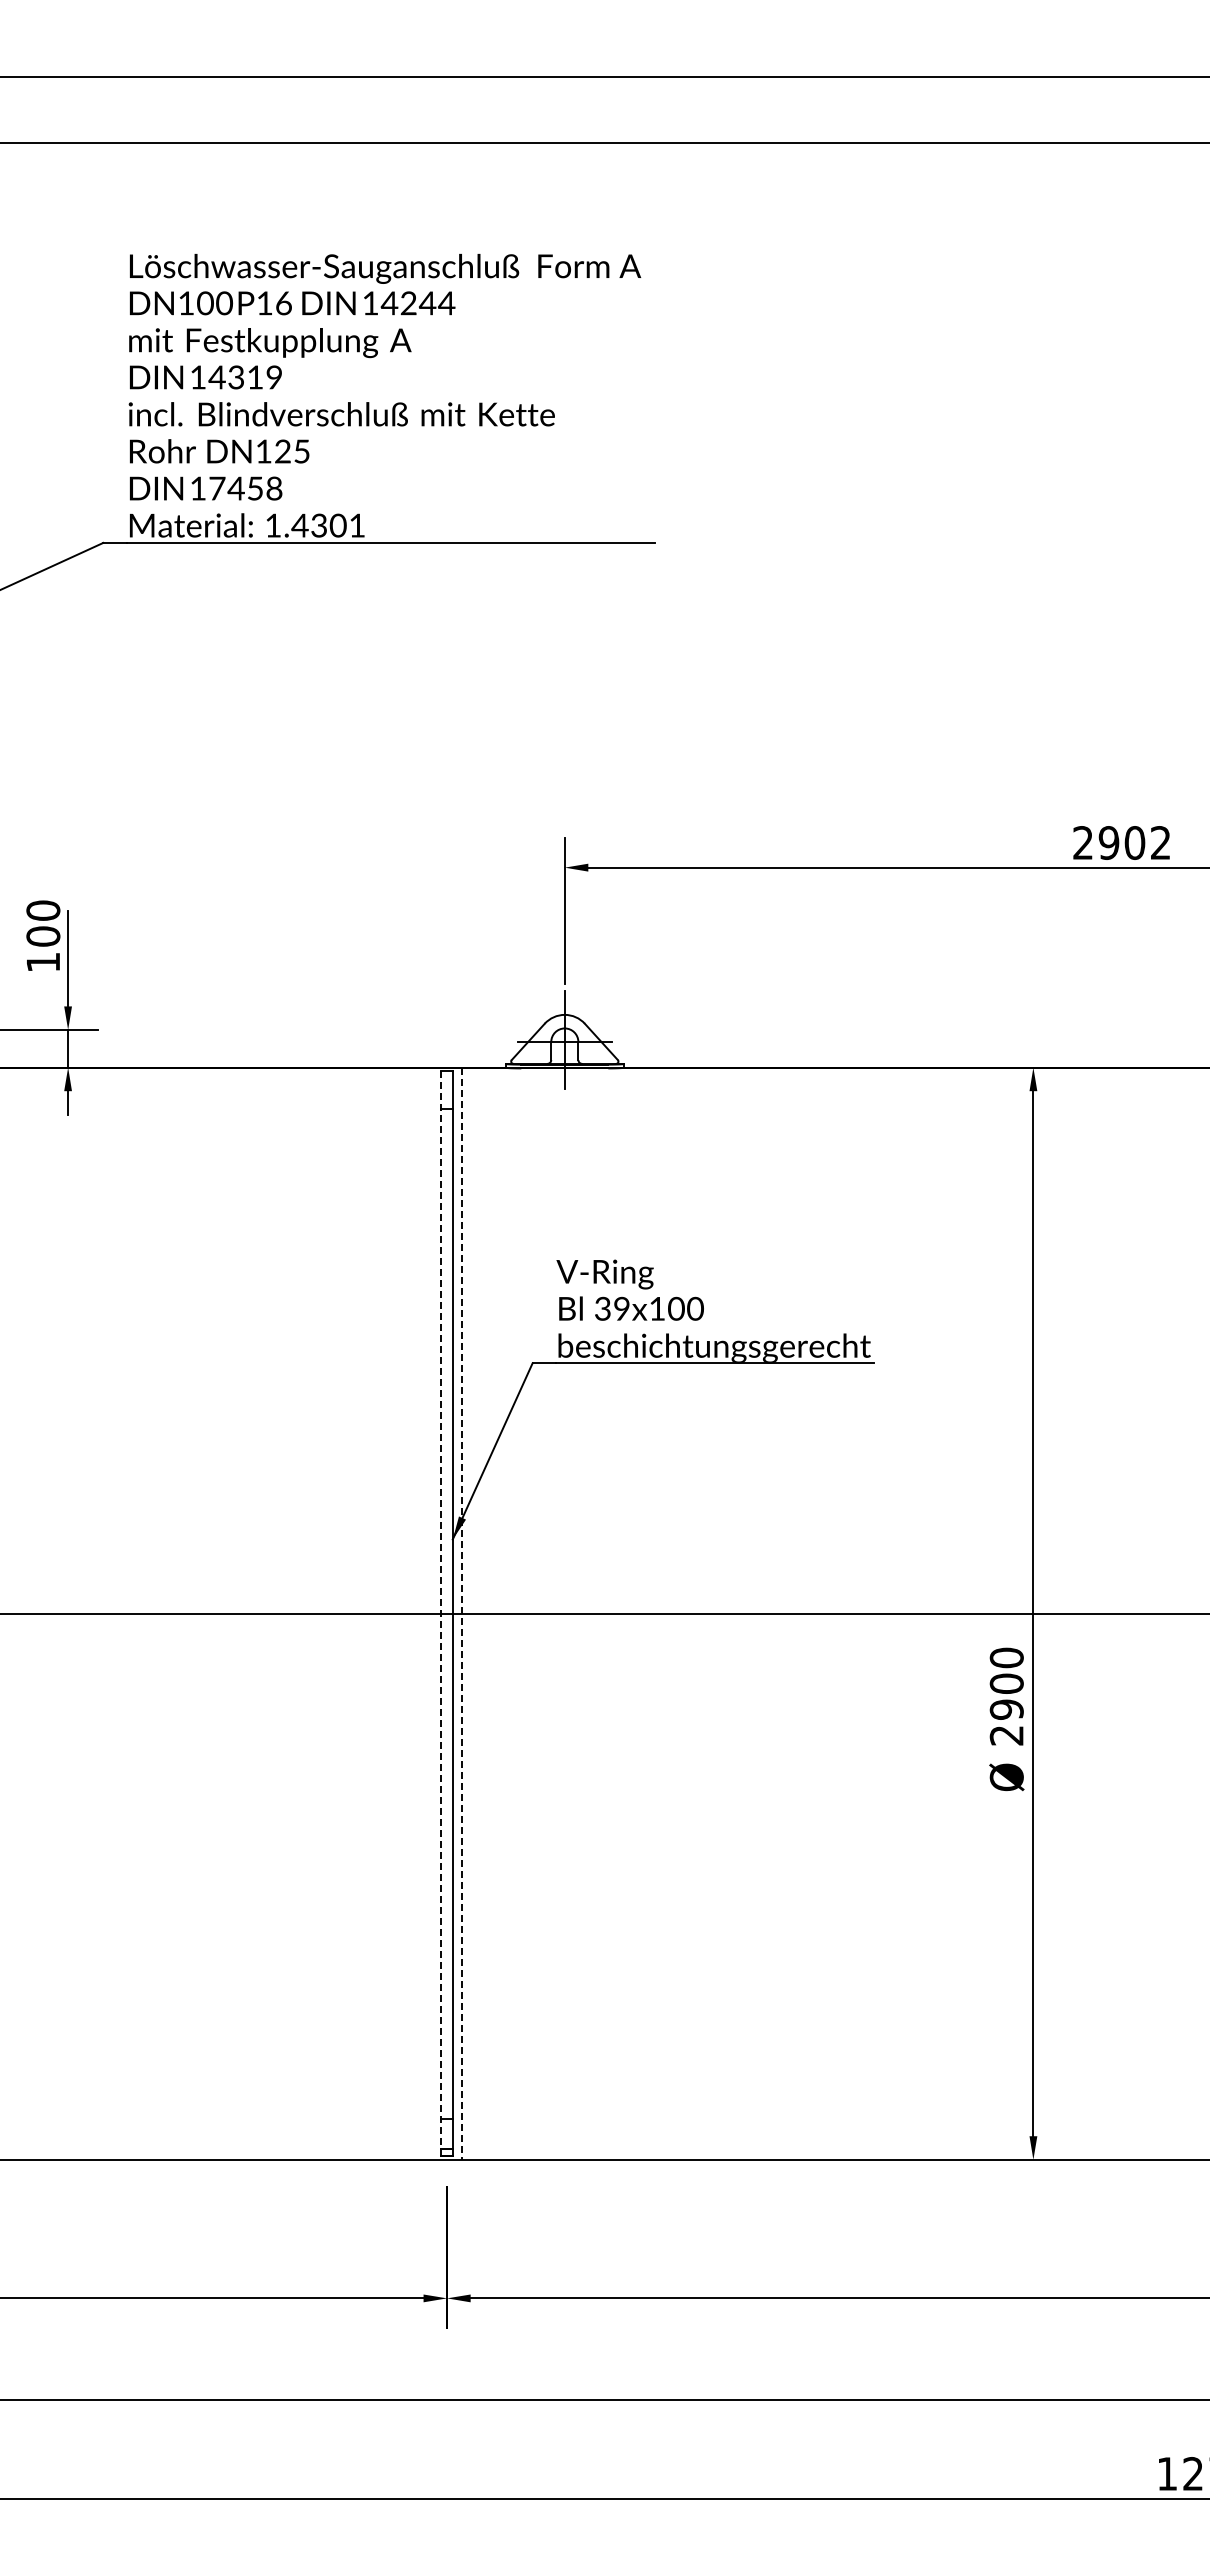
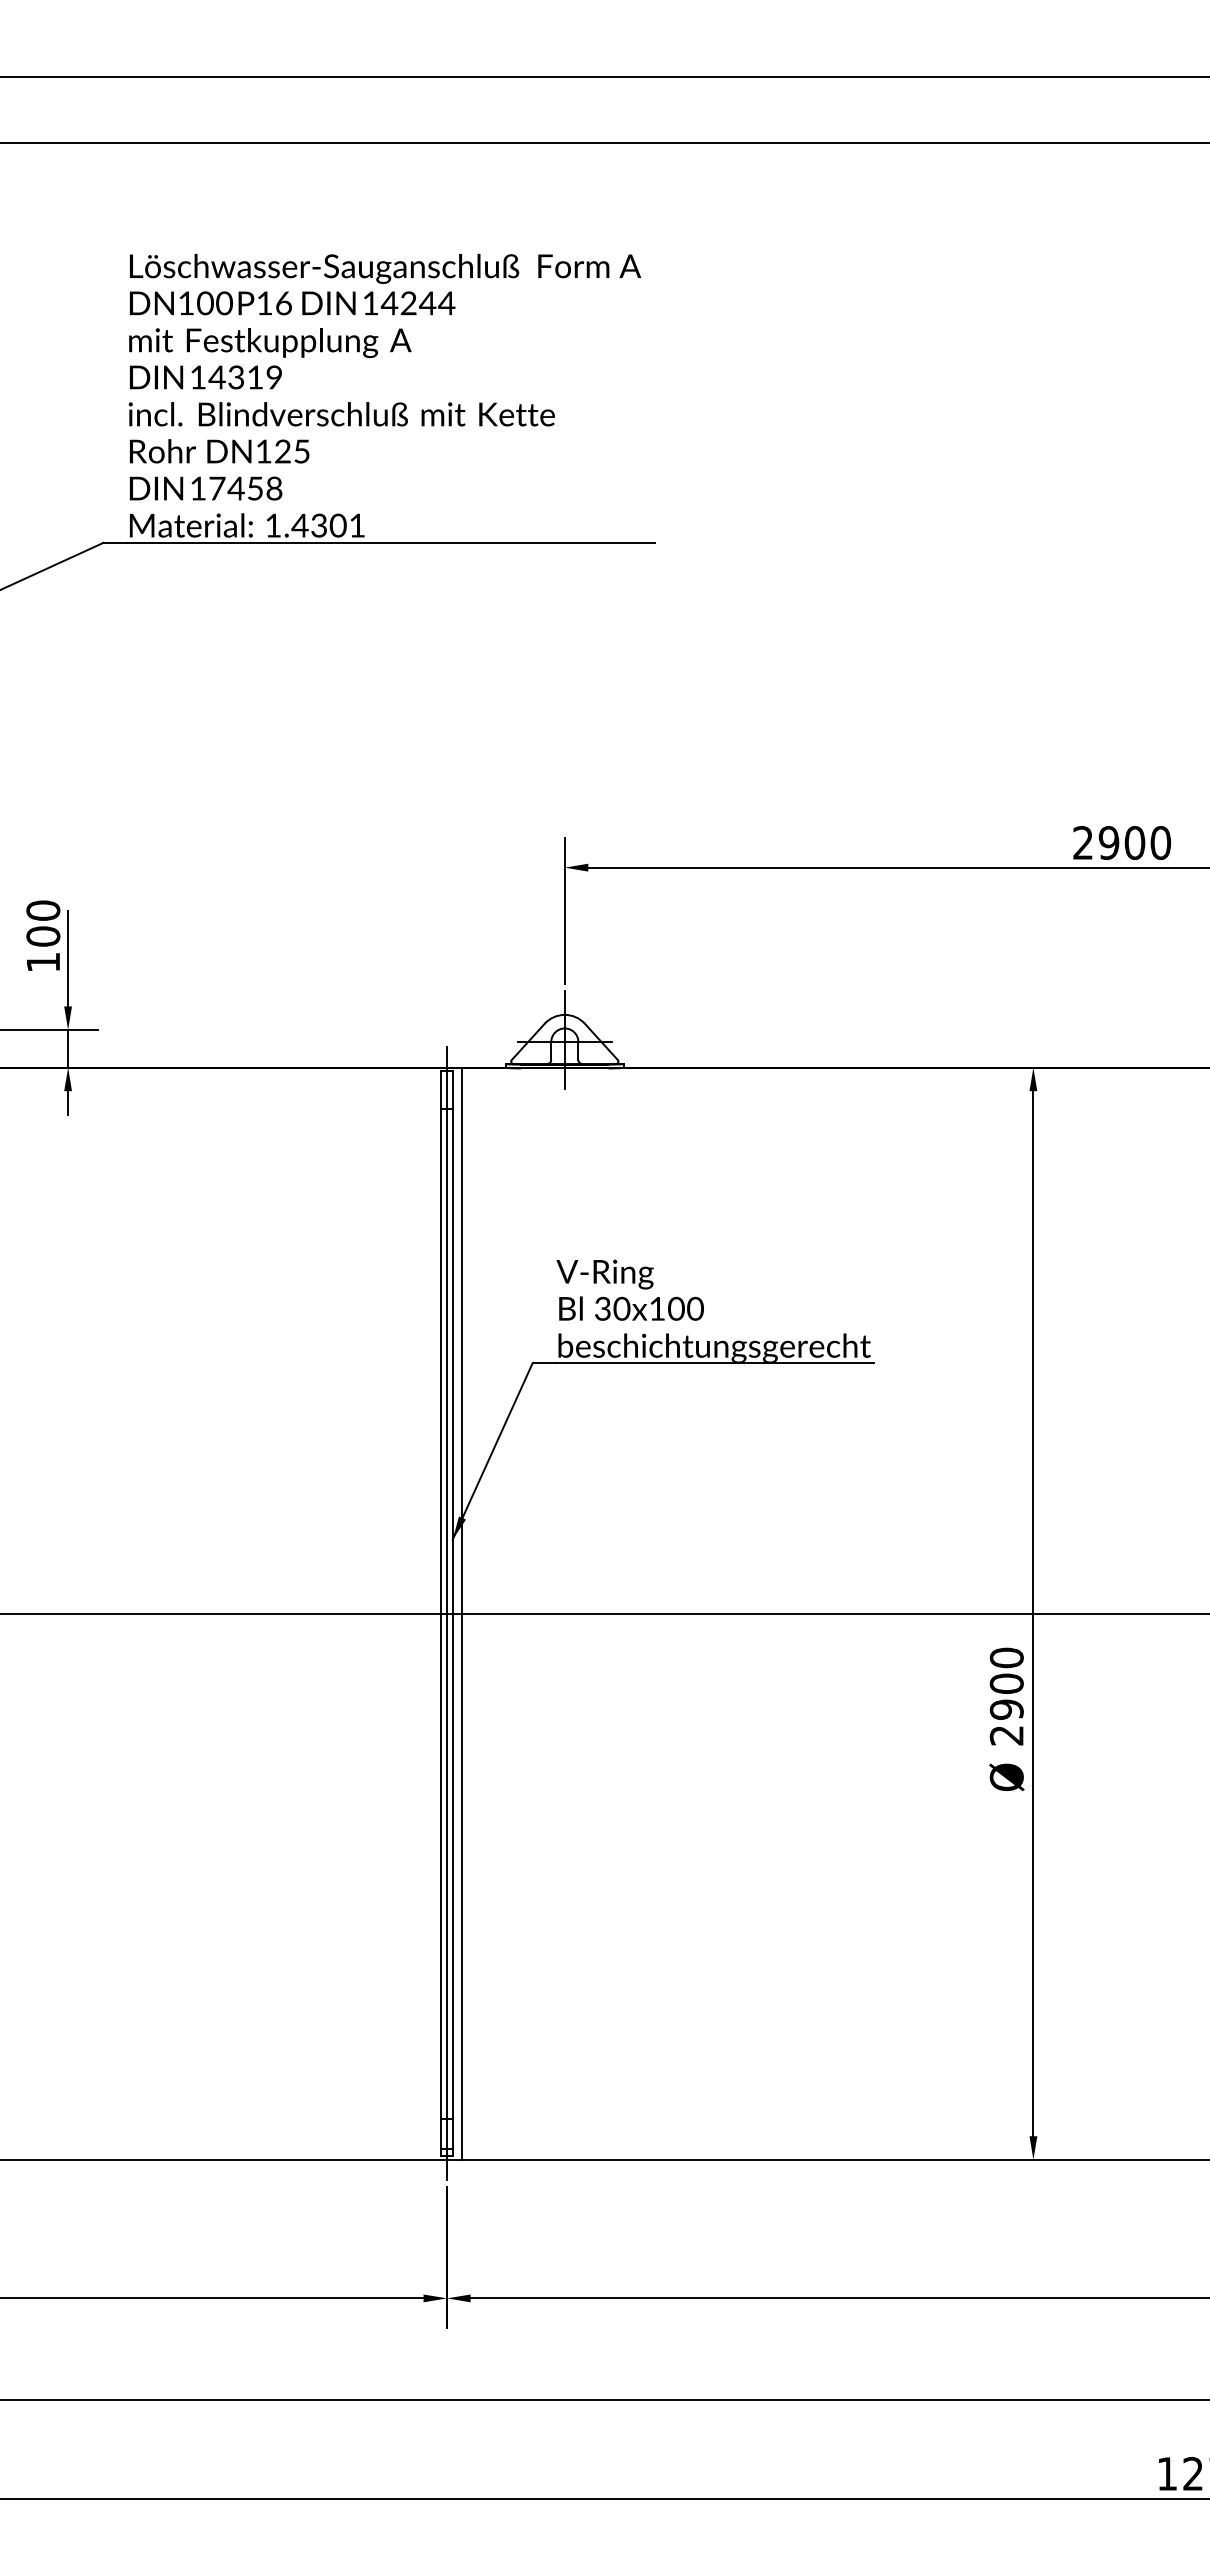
text at (1160, 842): 2902 -> 2900
text at (621, 1309): 39x100 -> 30x100
line at (441, 1613): dashed -> solid
line at (447, 1613): none -> present
line at (462, 1614): dashed -> solid
